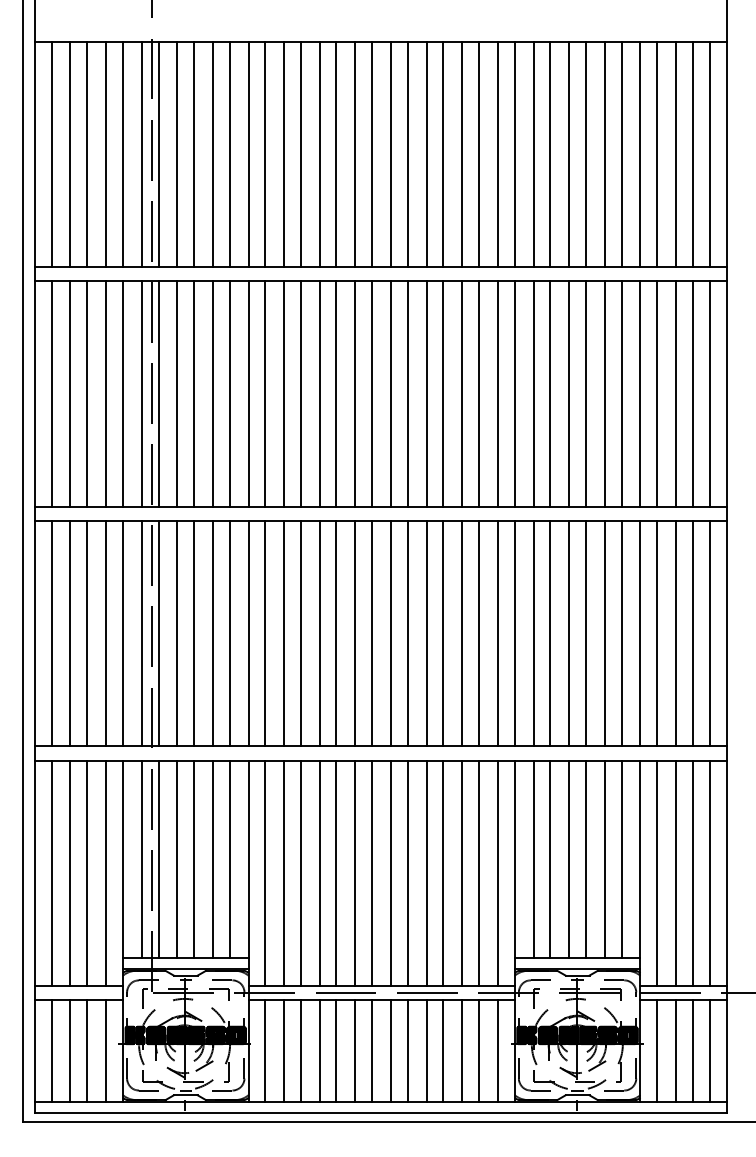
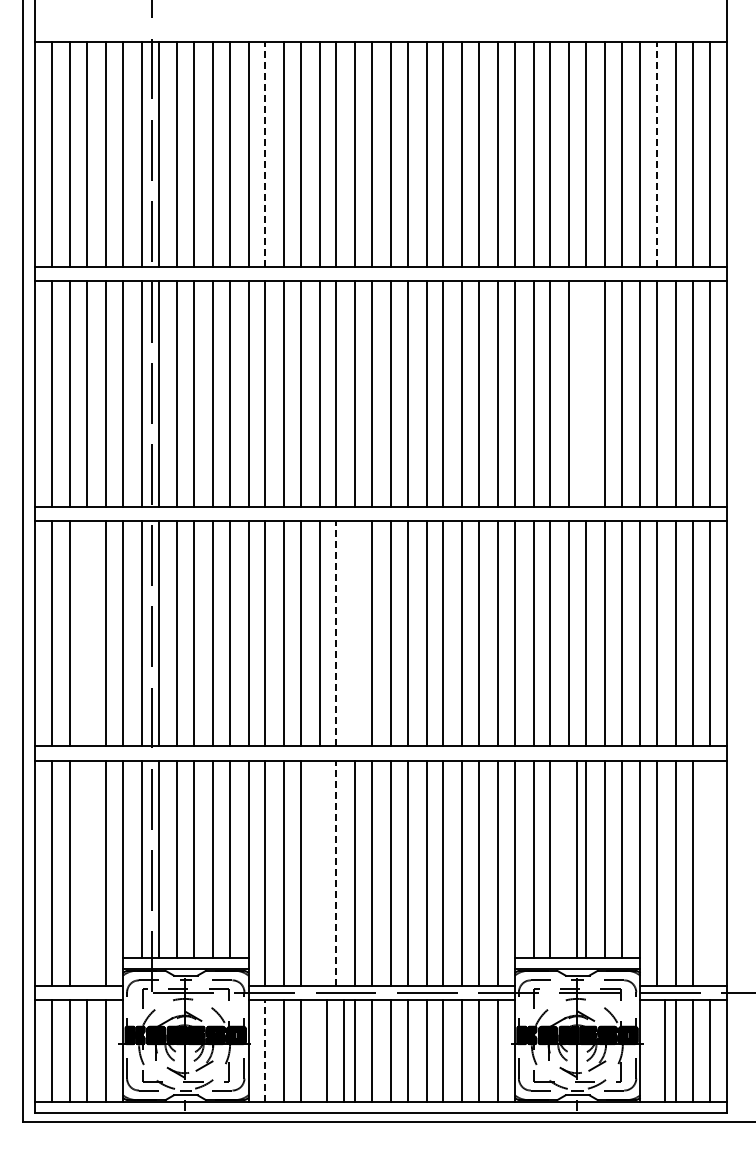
line at (265, 154): solid -> dashed
line at (657, 154): solid -> dashed
line at (585, 393): present -> none
line at (87, 633): present -> none
line at (336, 633): solid -> dashed
line at (355, 633): present -> none
line at (569, 859) position: (569, 859) -> (577, 859)
line at (87, 872): present -> none
line at (319, 872): present -> none
line at (710, 872): present -> none
line at (336, 873): solid -> dashed
line at (319, 1050) position: (319, 1050) -> (326, 1050)
line at (336, 1050) position: (336, 1050) -> (344, 1050)
line at (657, 1050) position: (657, 1050) -> (665, 1050)
line at (265, 1051): solid -> dashed
